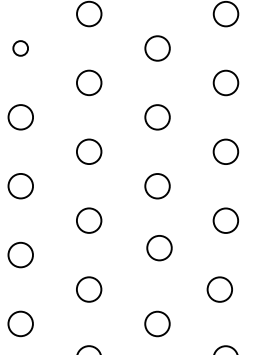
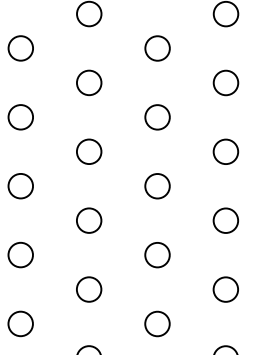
circle at (20, 48) size: 17x17 px -> 27x27 px
circle at (159, 248) position: (159, 248) -> (157, 255)
circle at (219, 289) position: (219, 289) -> (225, 289)
